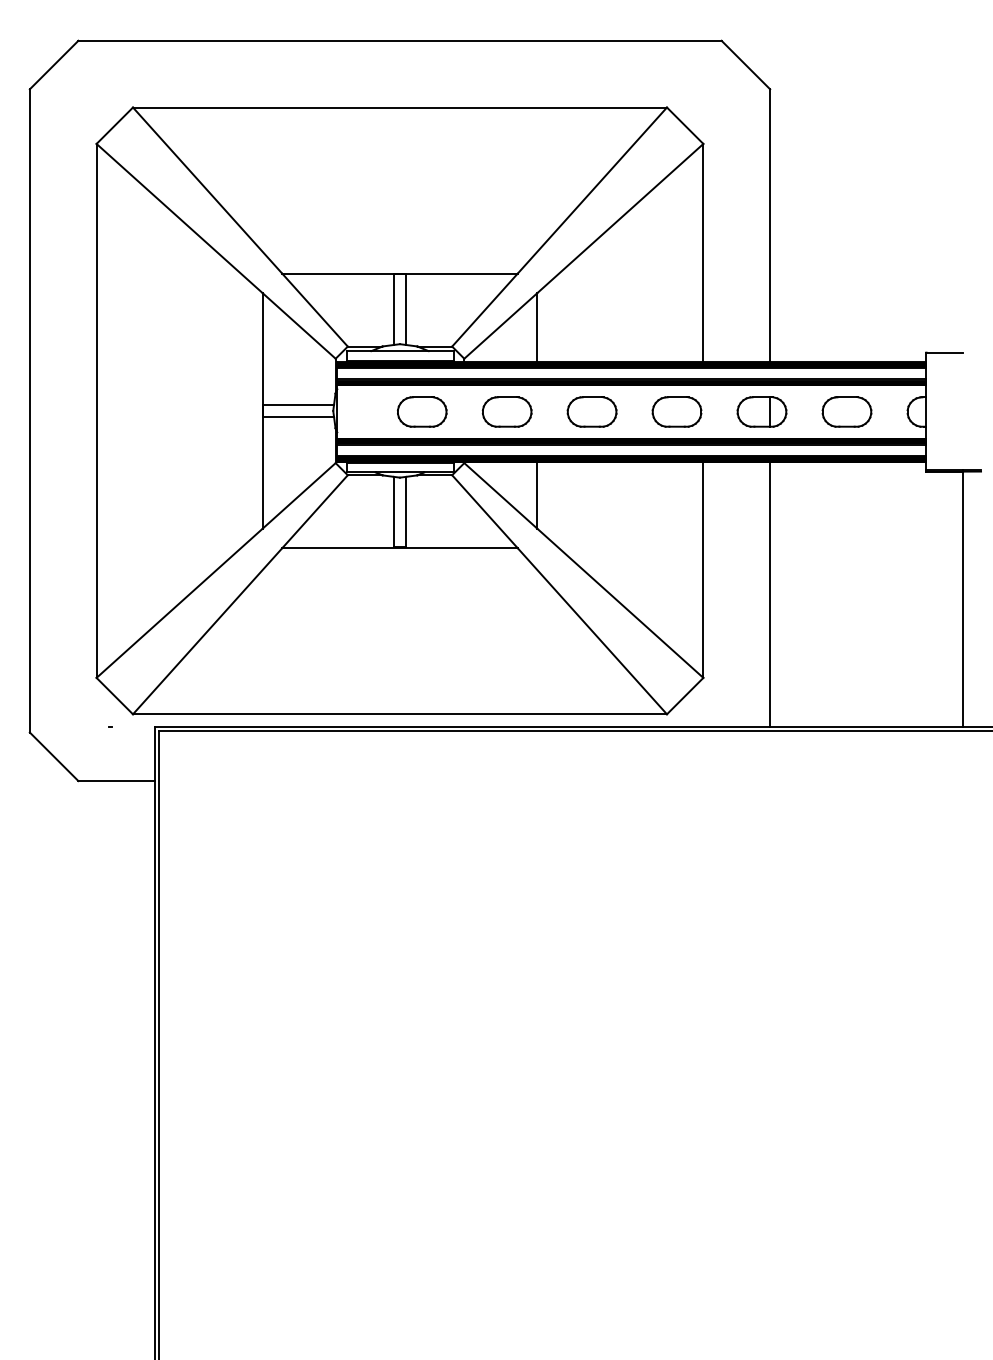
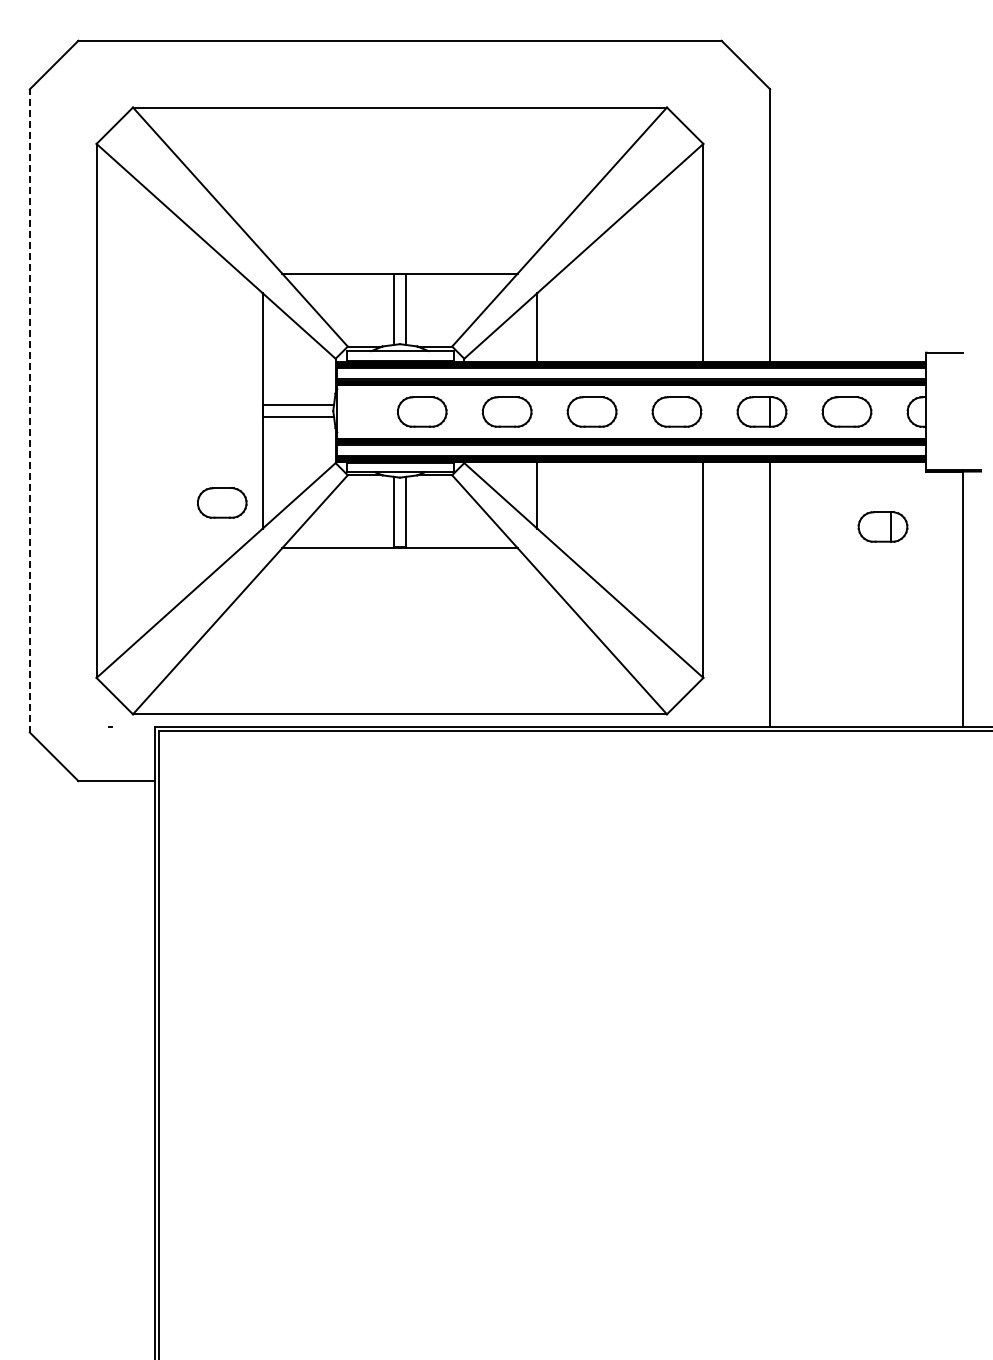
line at (29, 410): solid -> dashed
part at (222, 502): none -> present
part at (882, 526): none -> present
